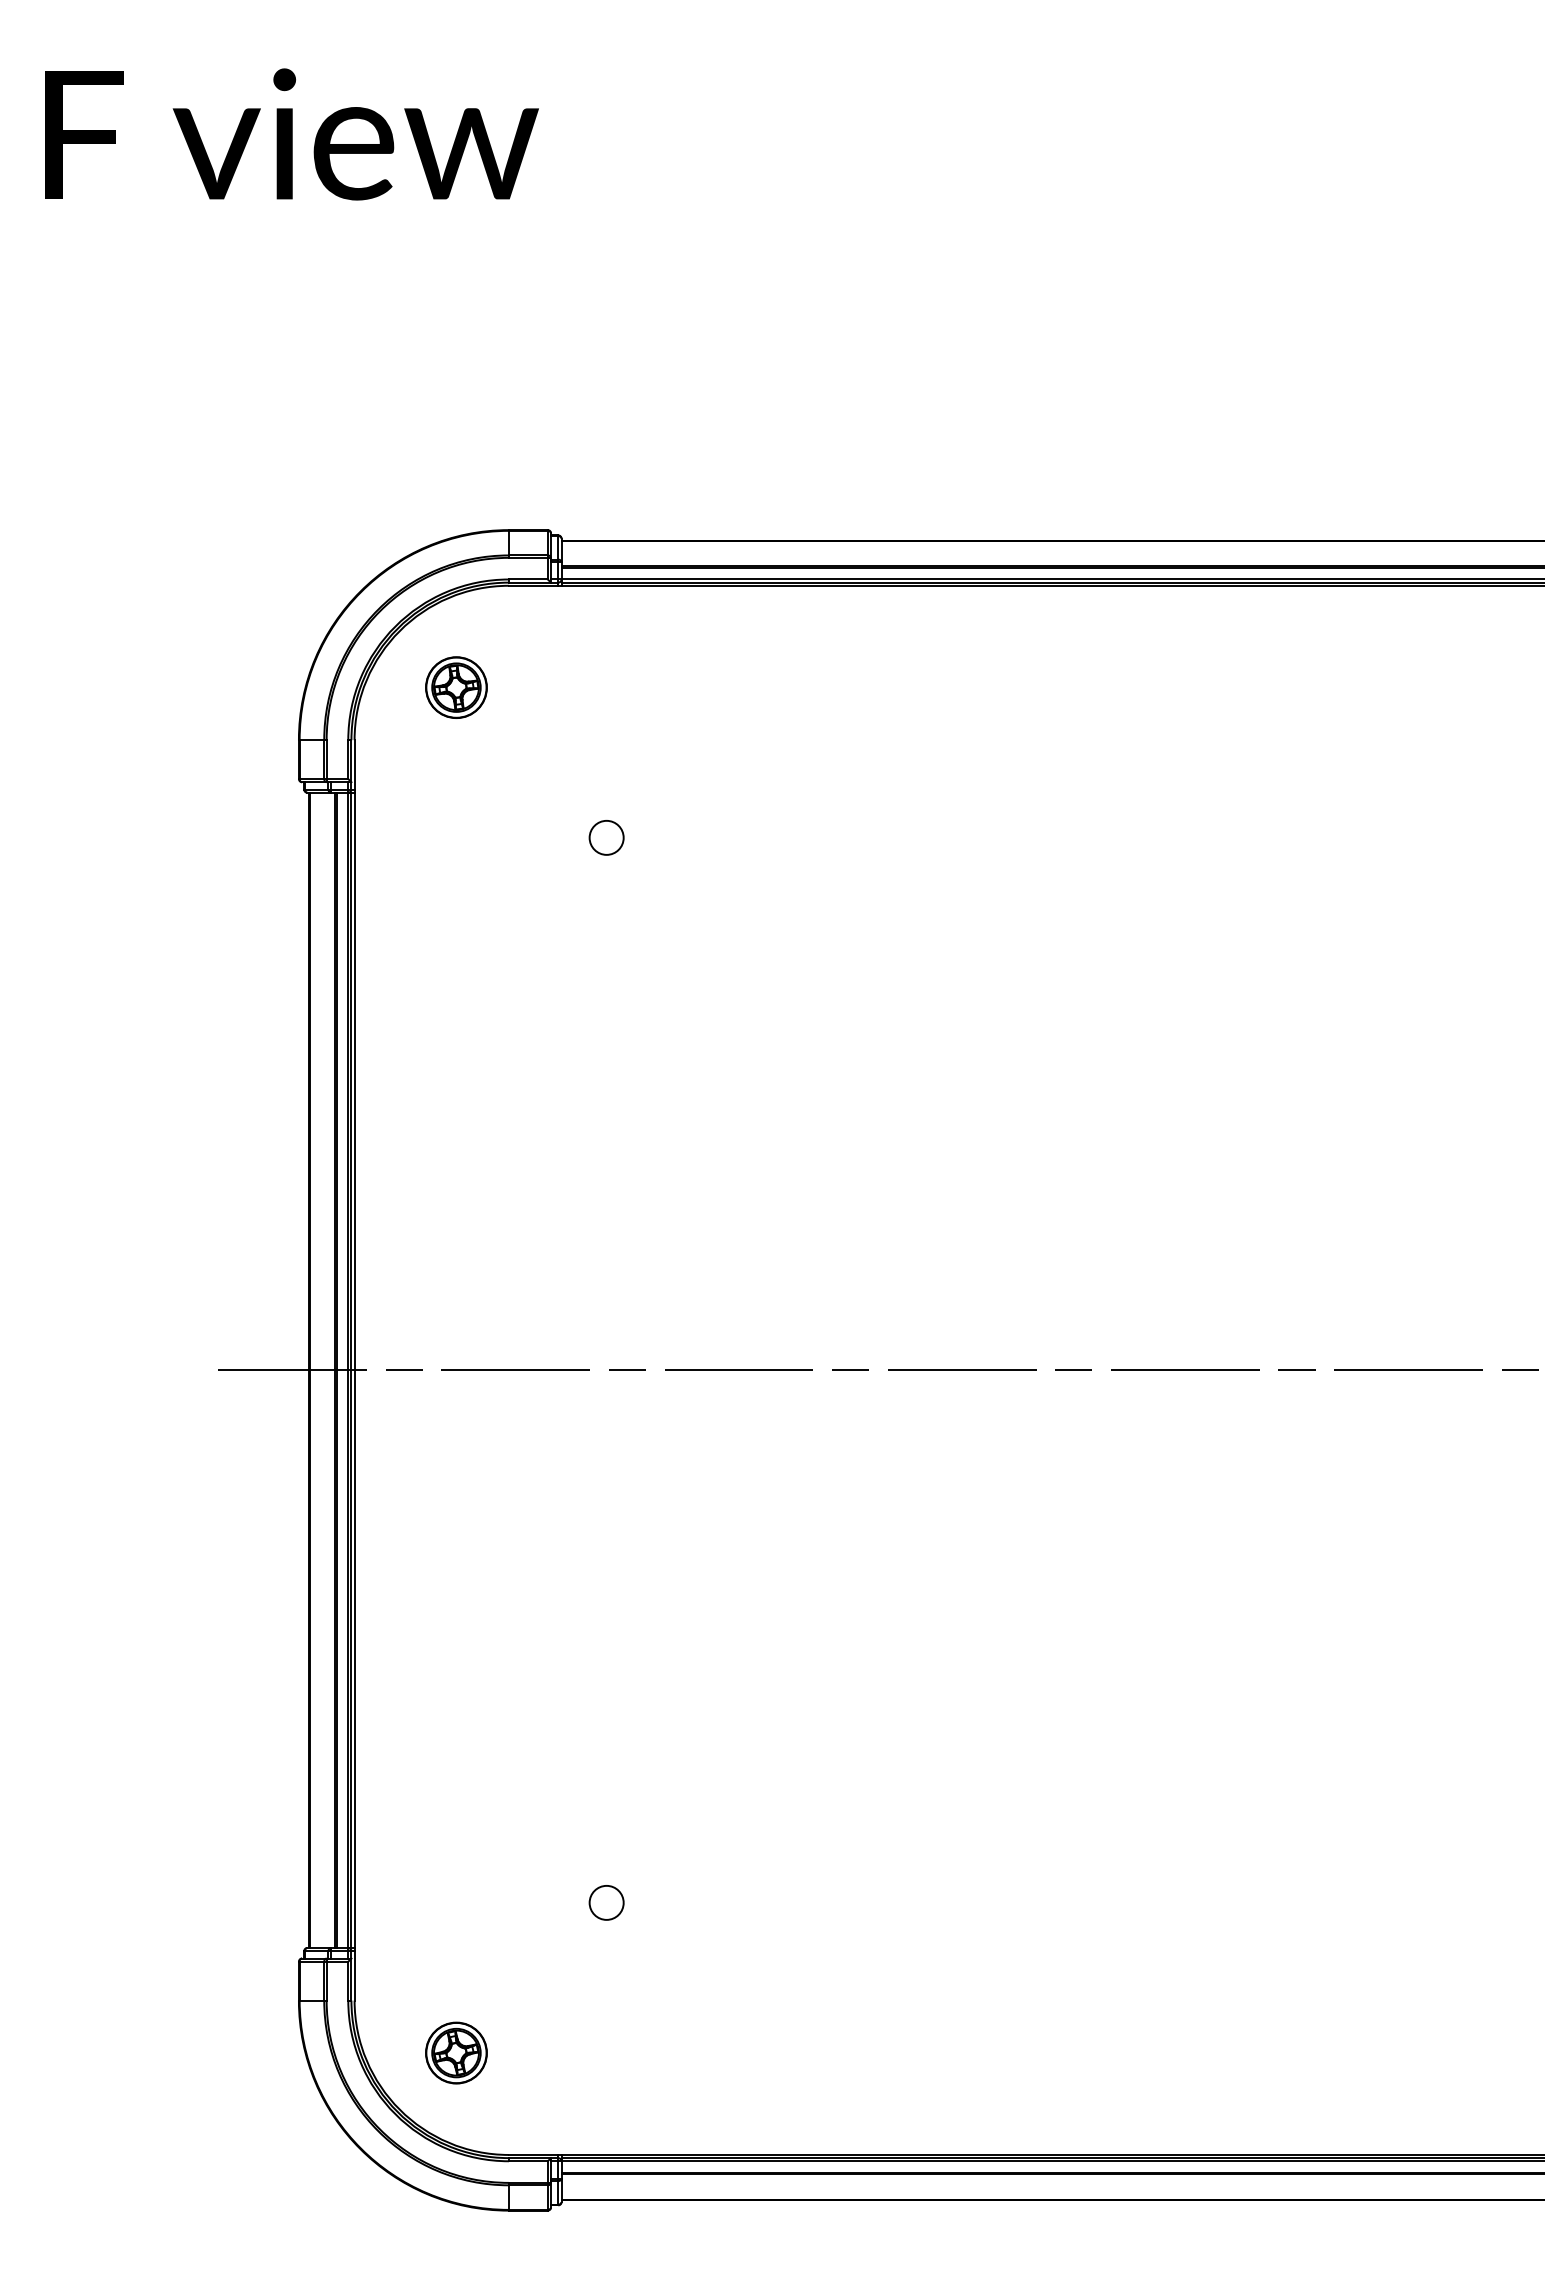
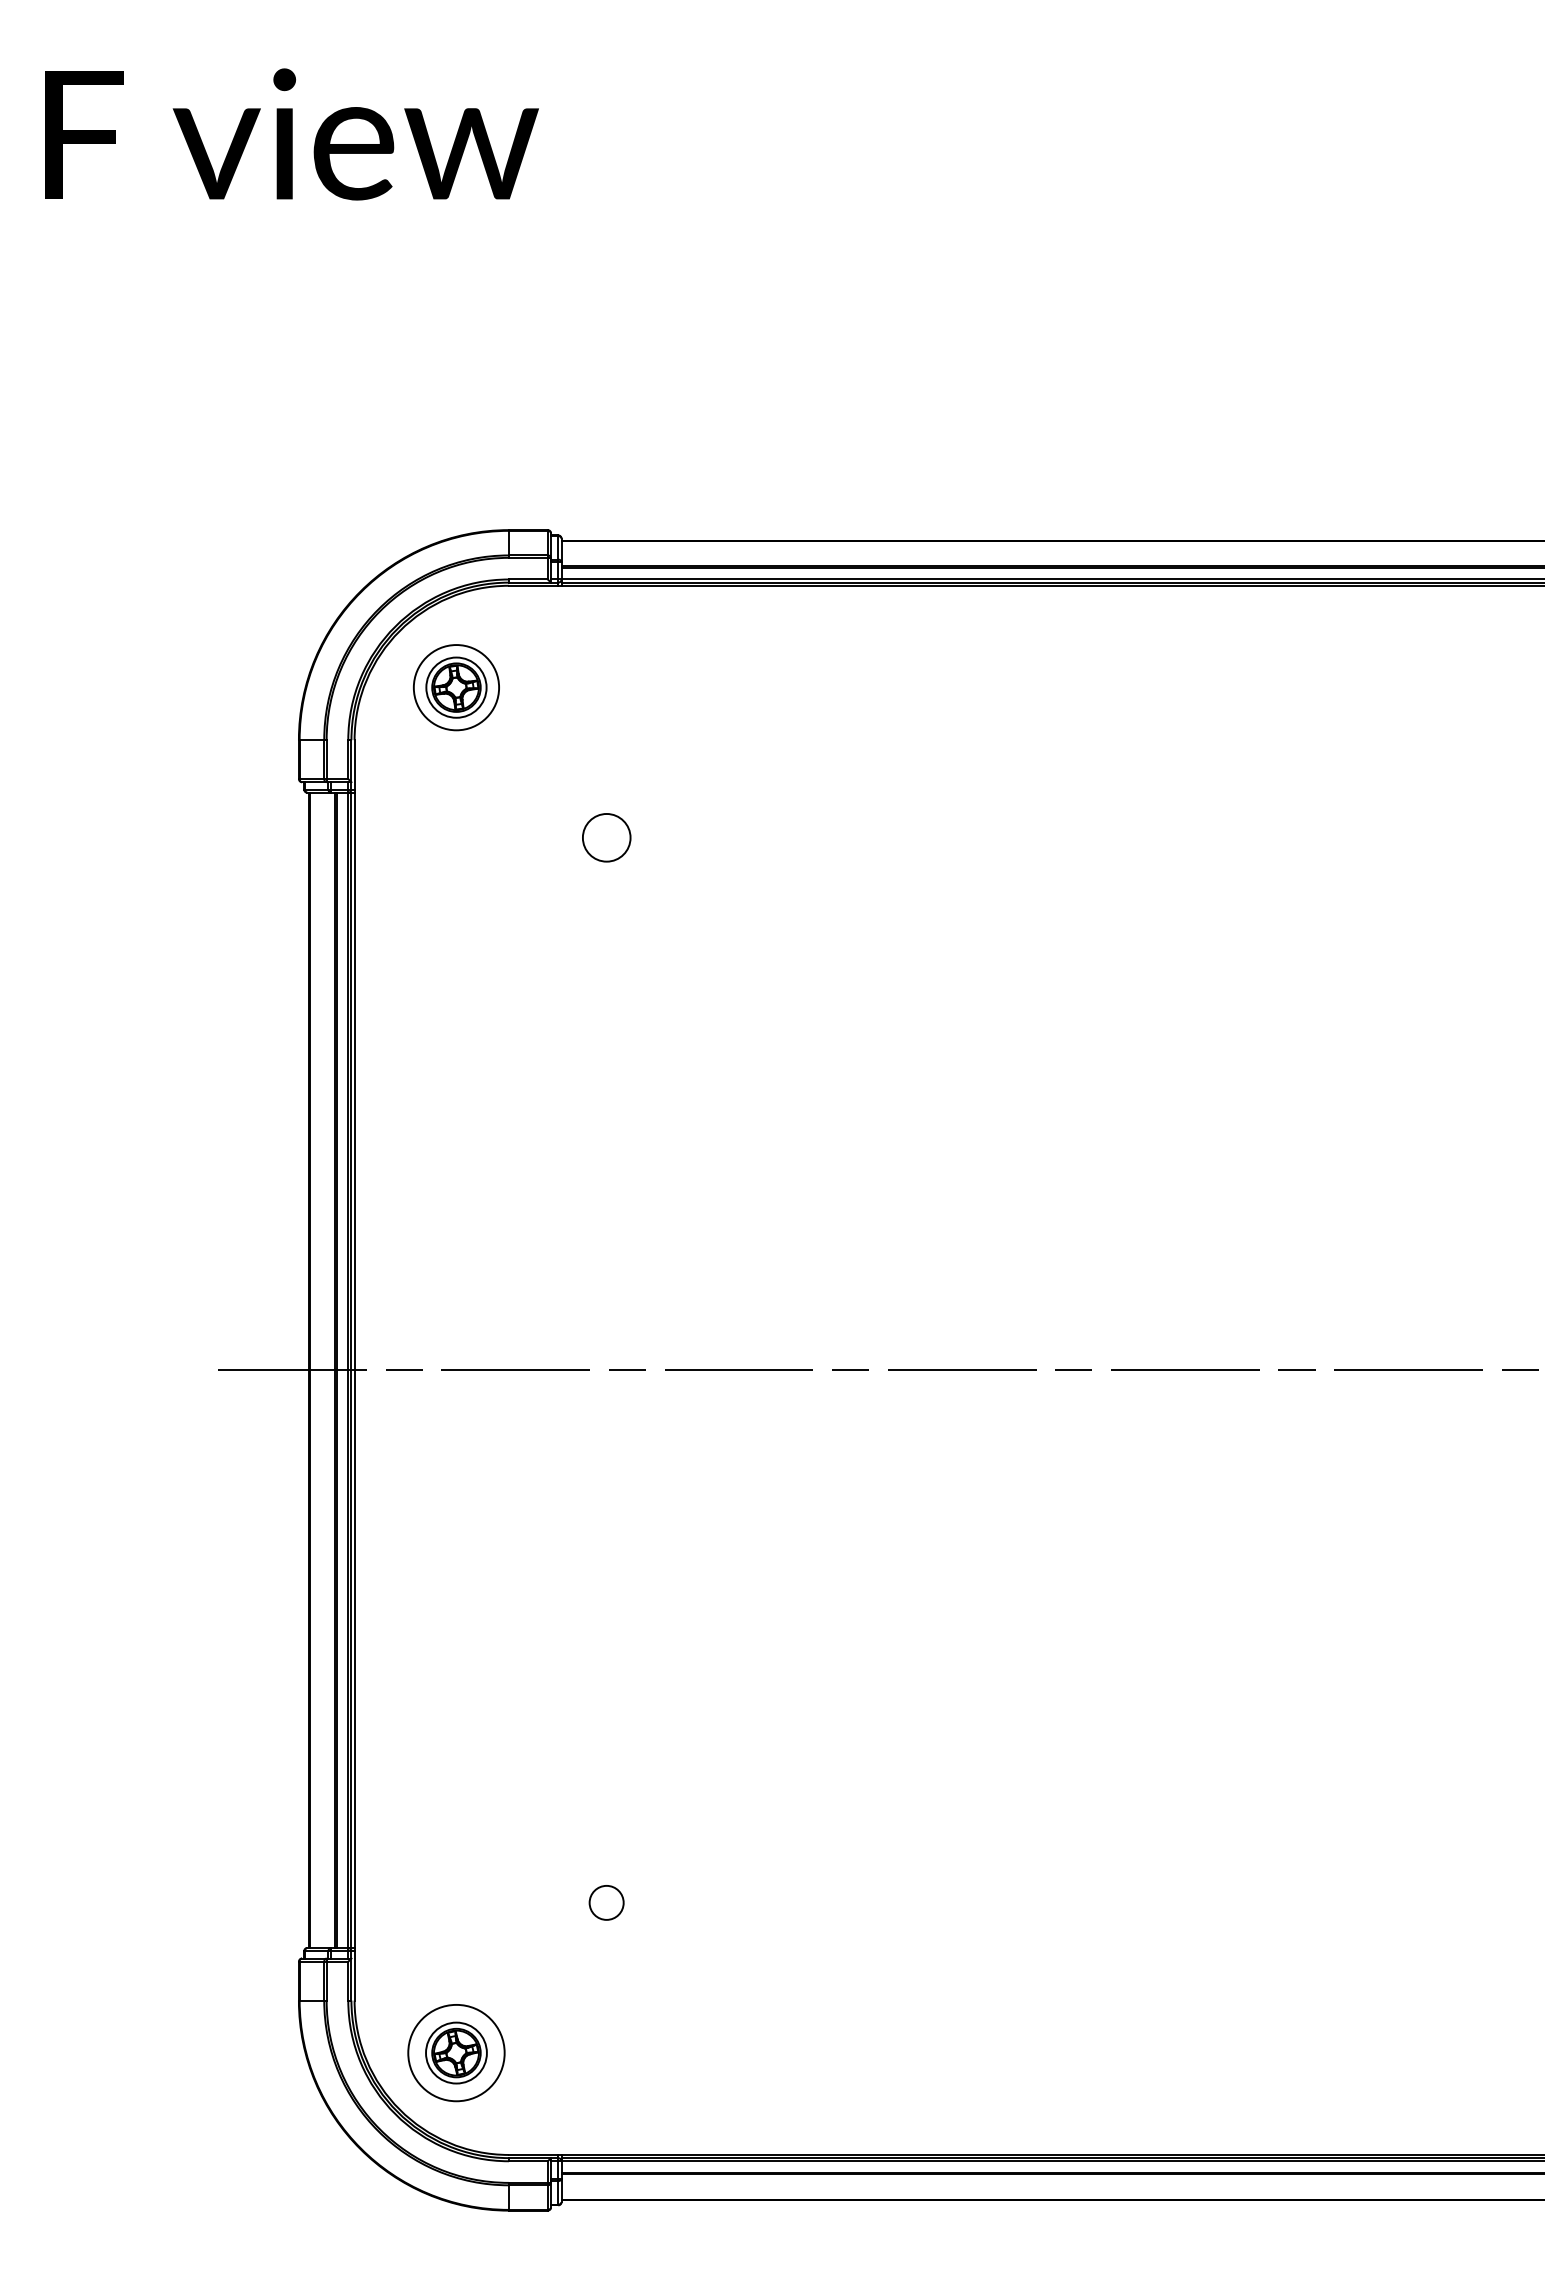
circle at (456, 687) diameter: 61 px -> 85 px
circle at (606, 837) size: 37x36 px -> 50x50 px
circle at (456, 2052) diameter: 60 px -> 96 px
